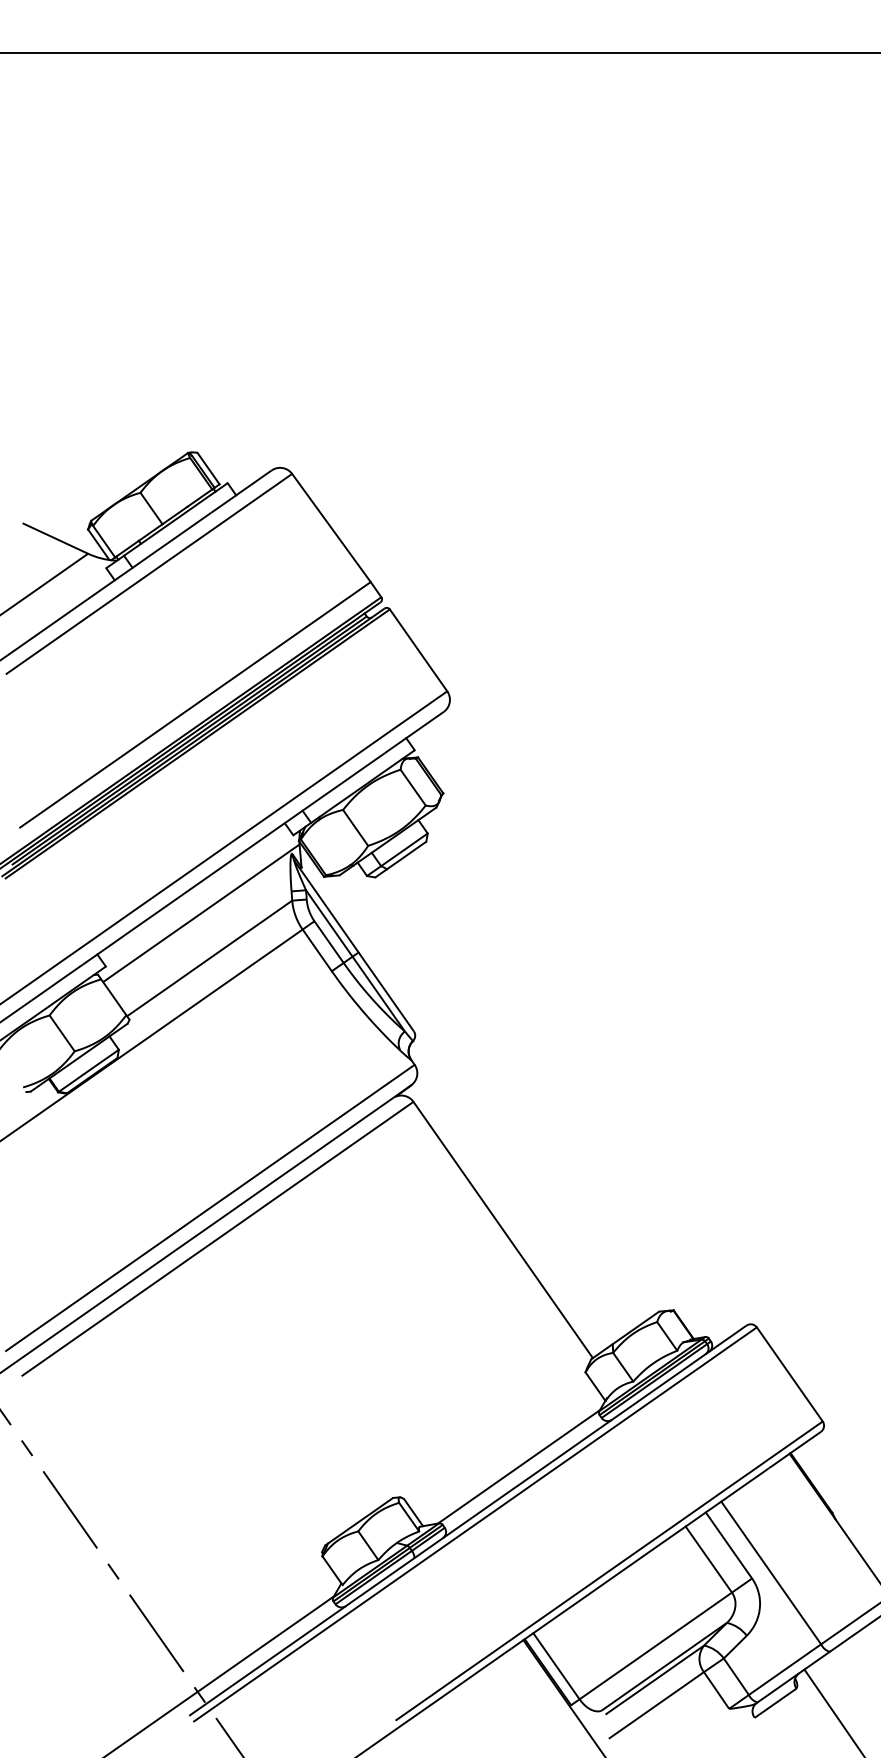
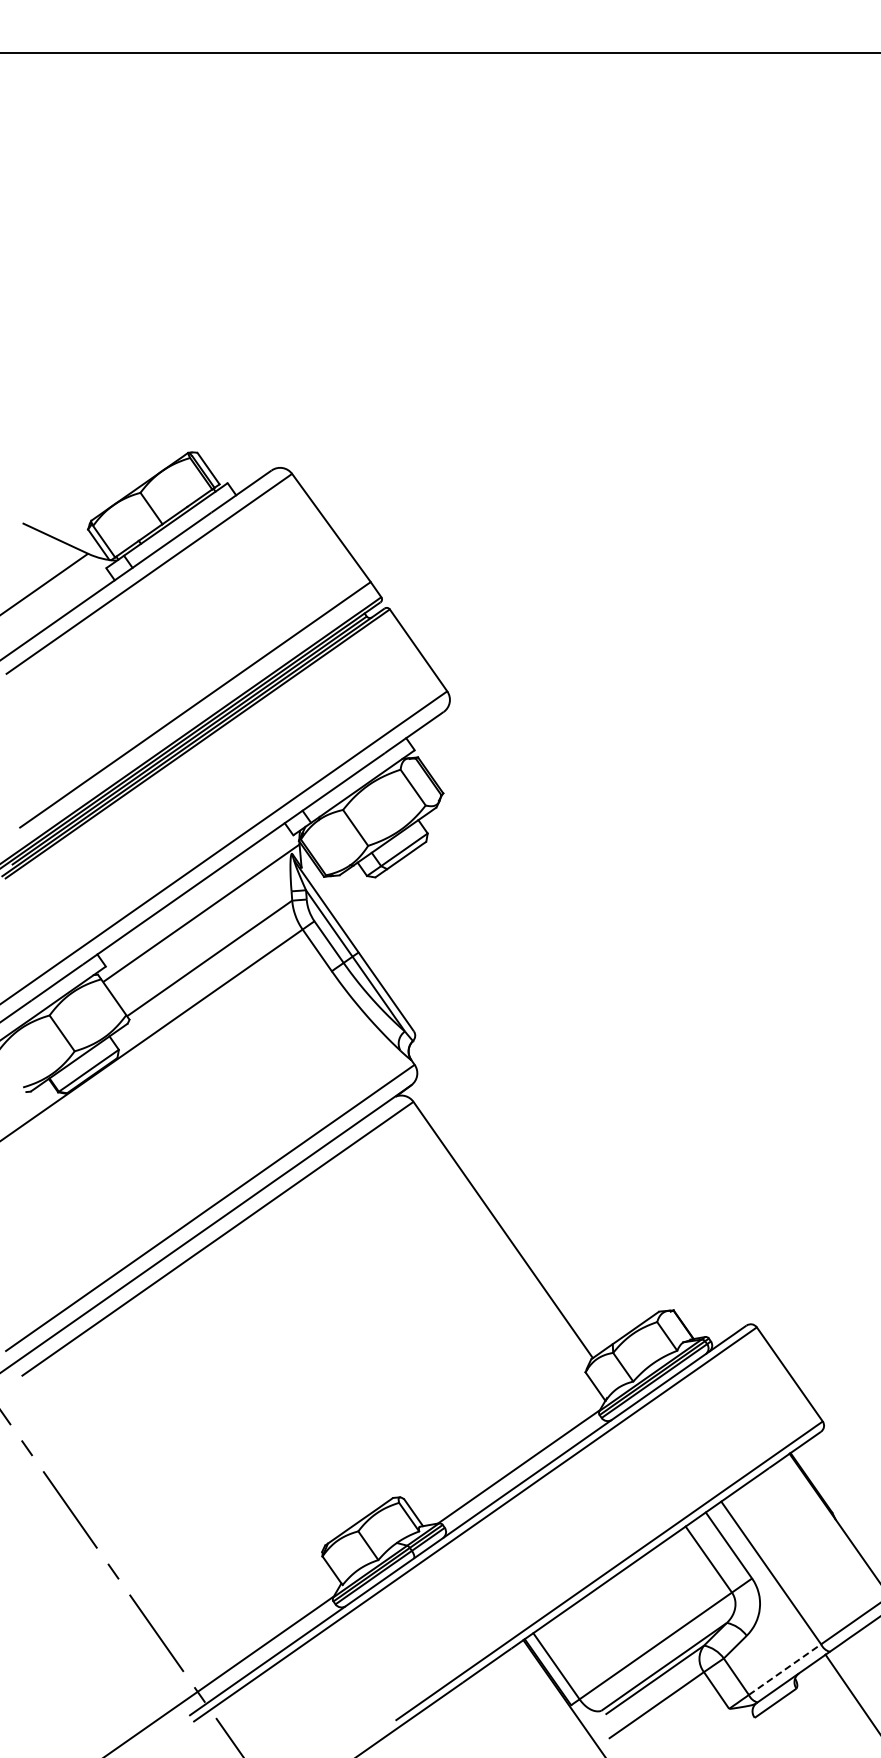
line at (785, 1669): solid -> dashed
line at (833, 1711) position: (833, 1711) -> (851, 1692)
